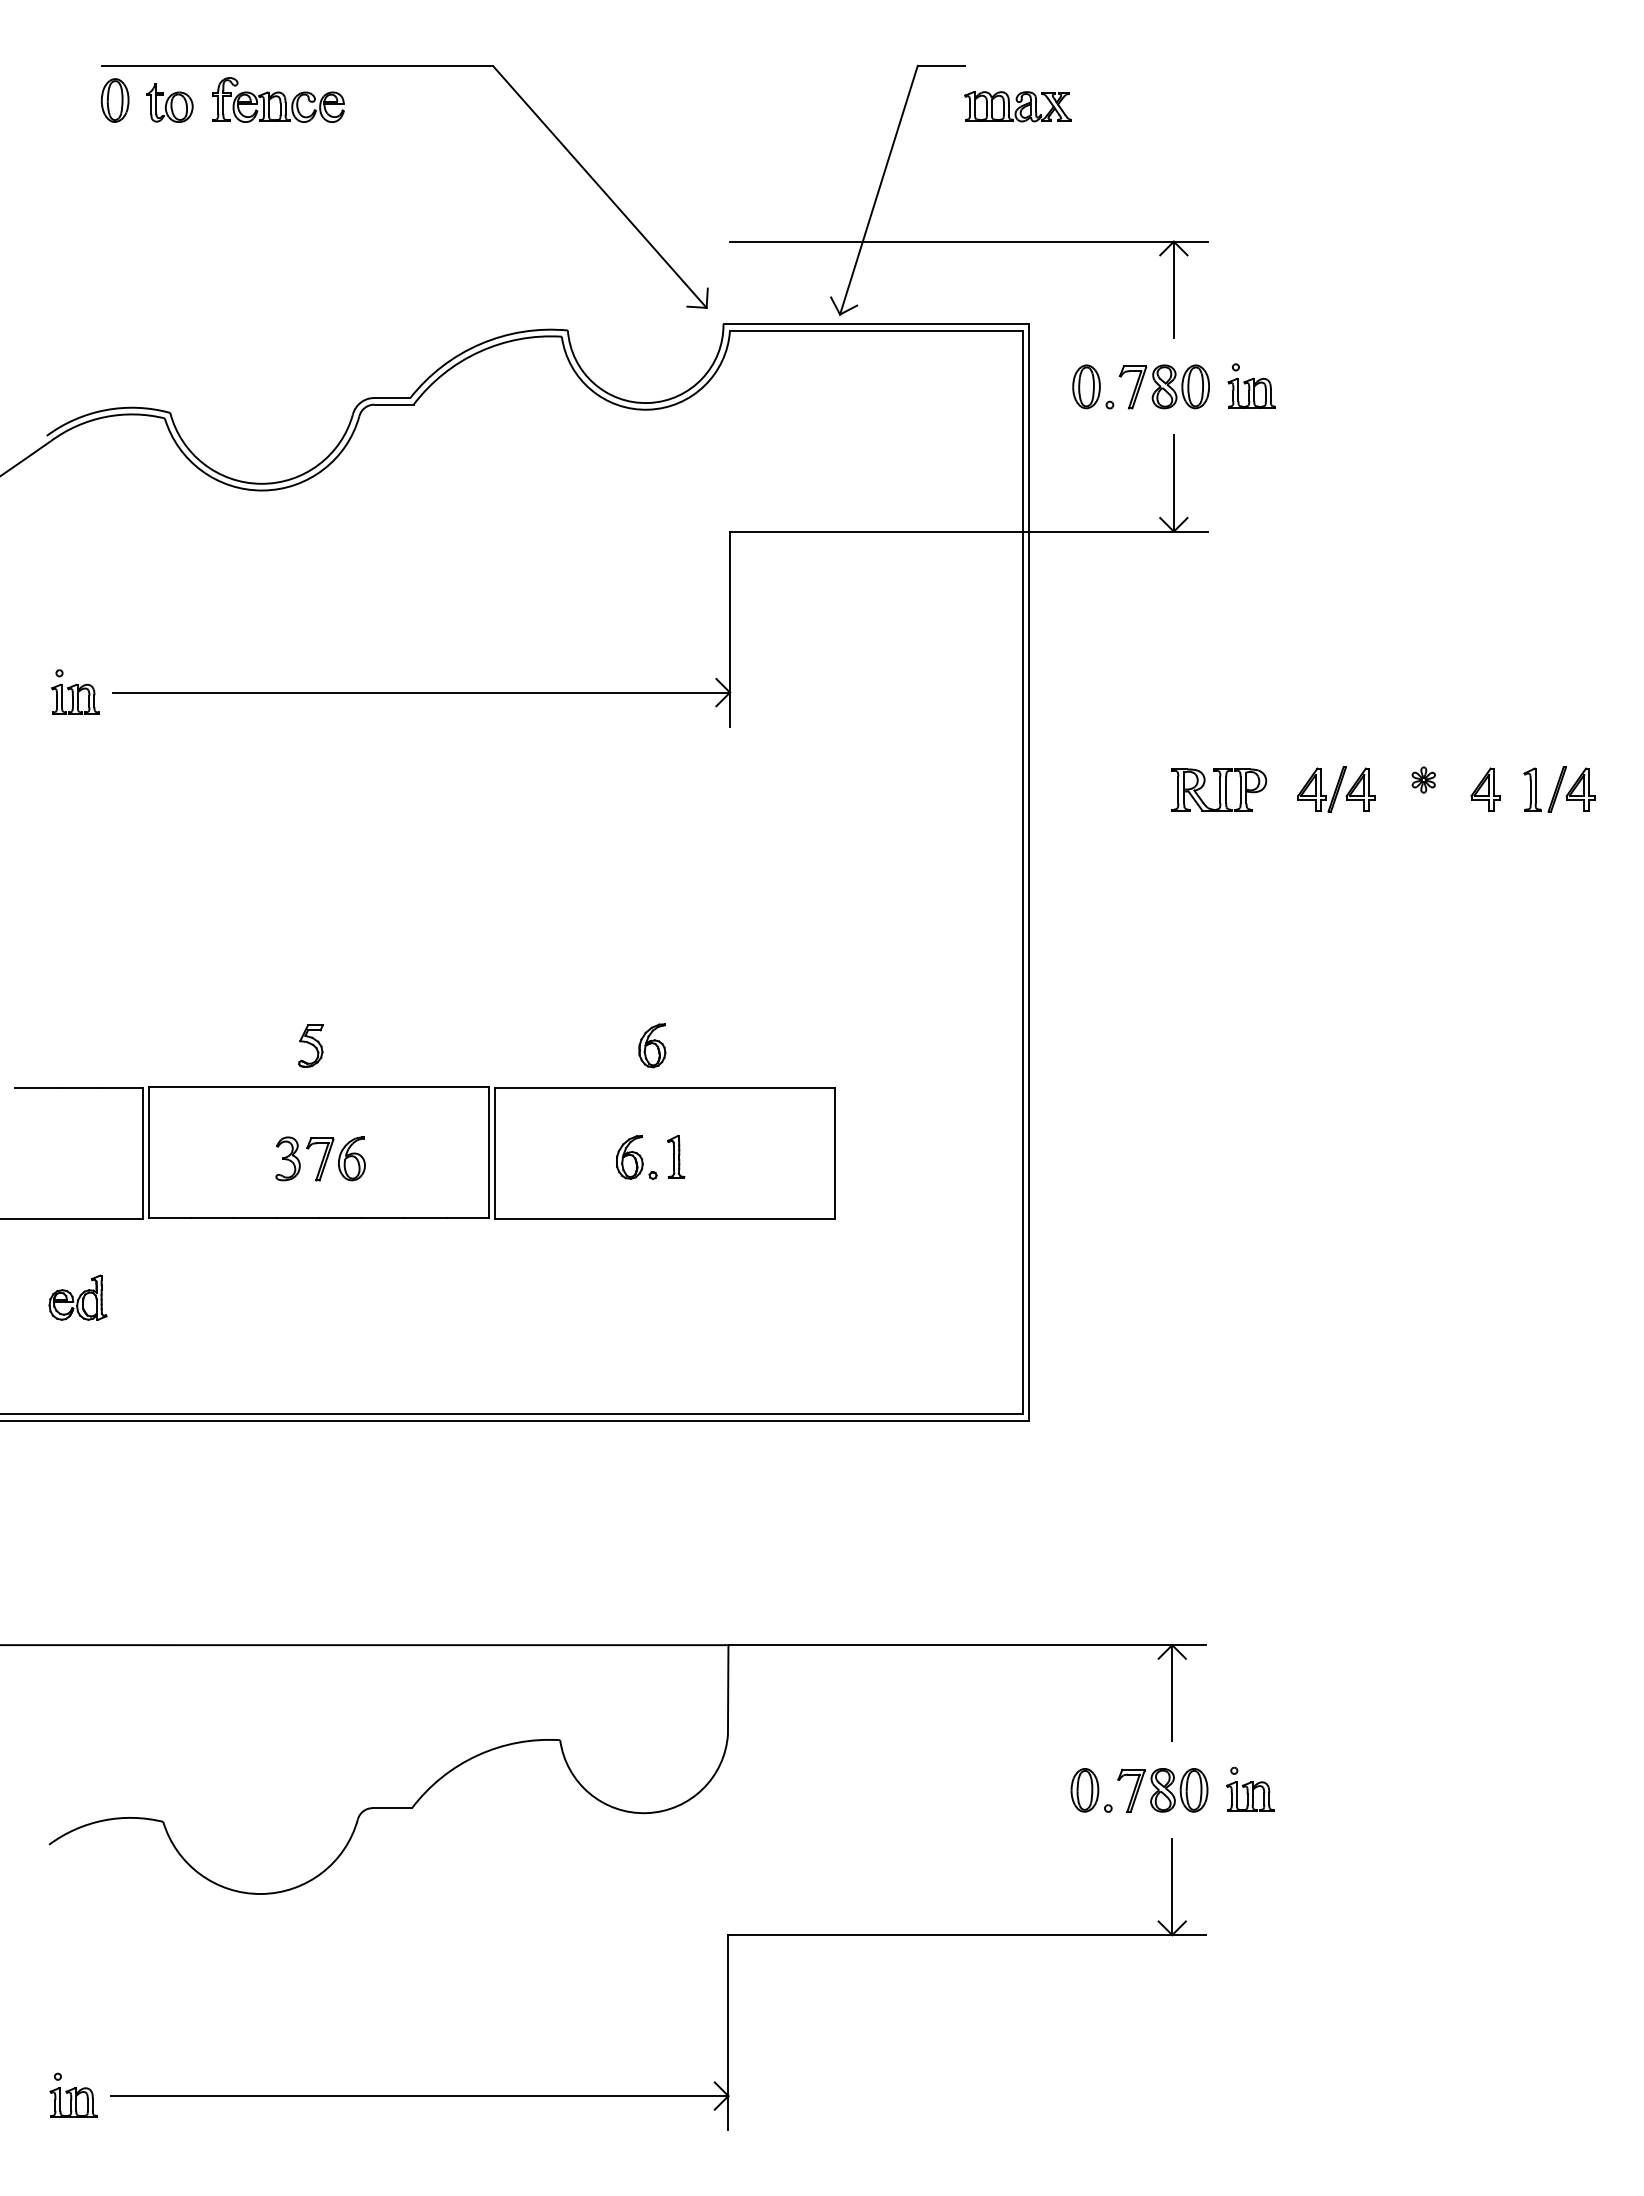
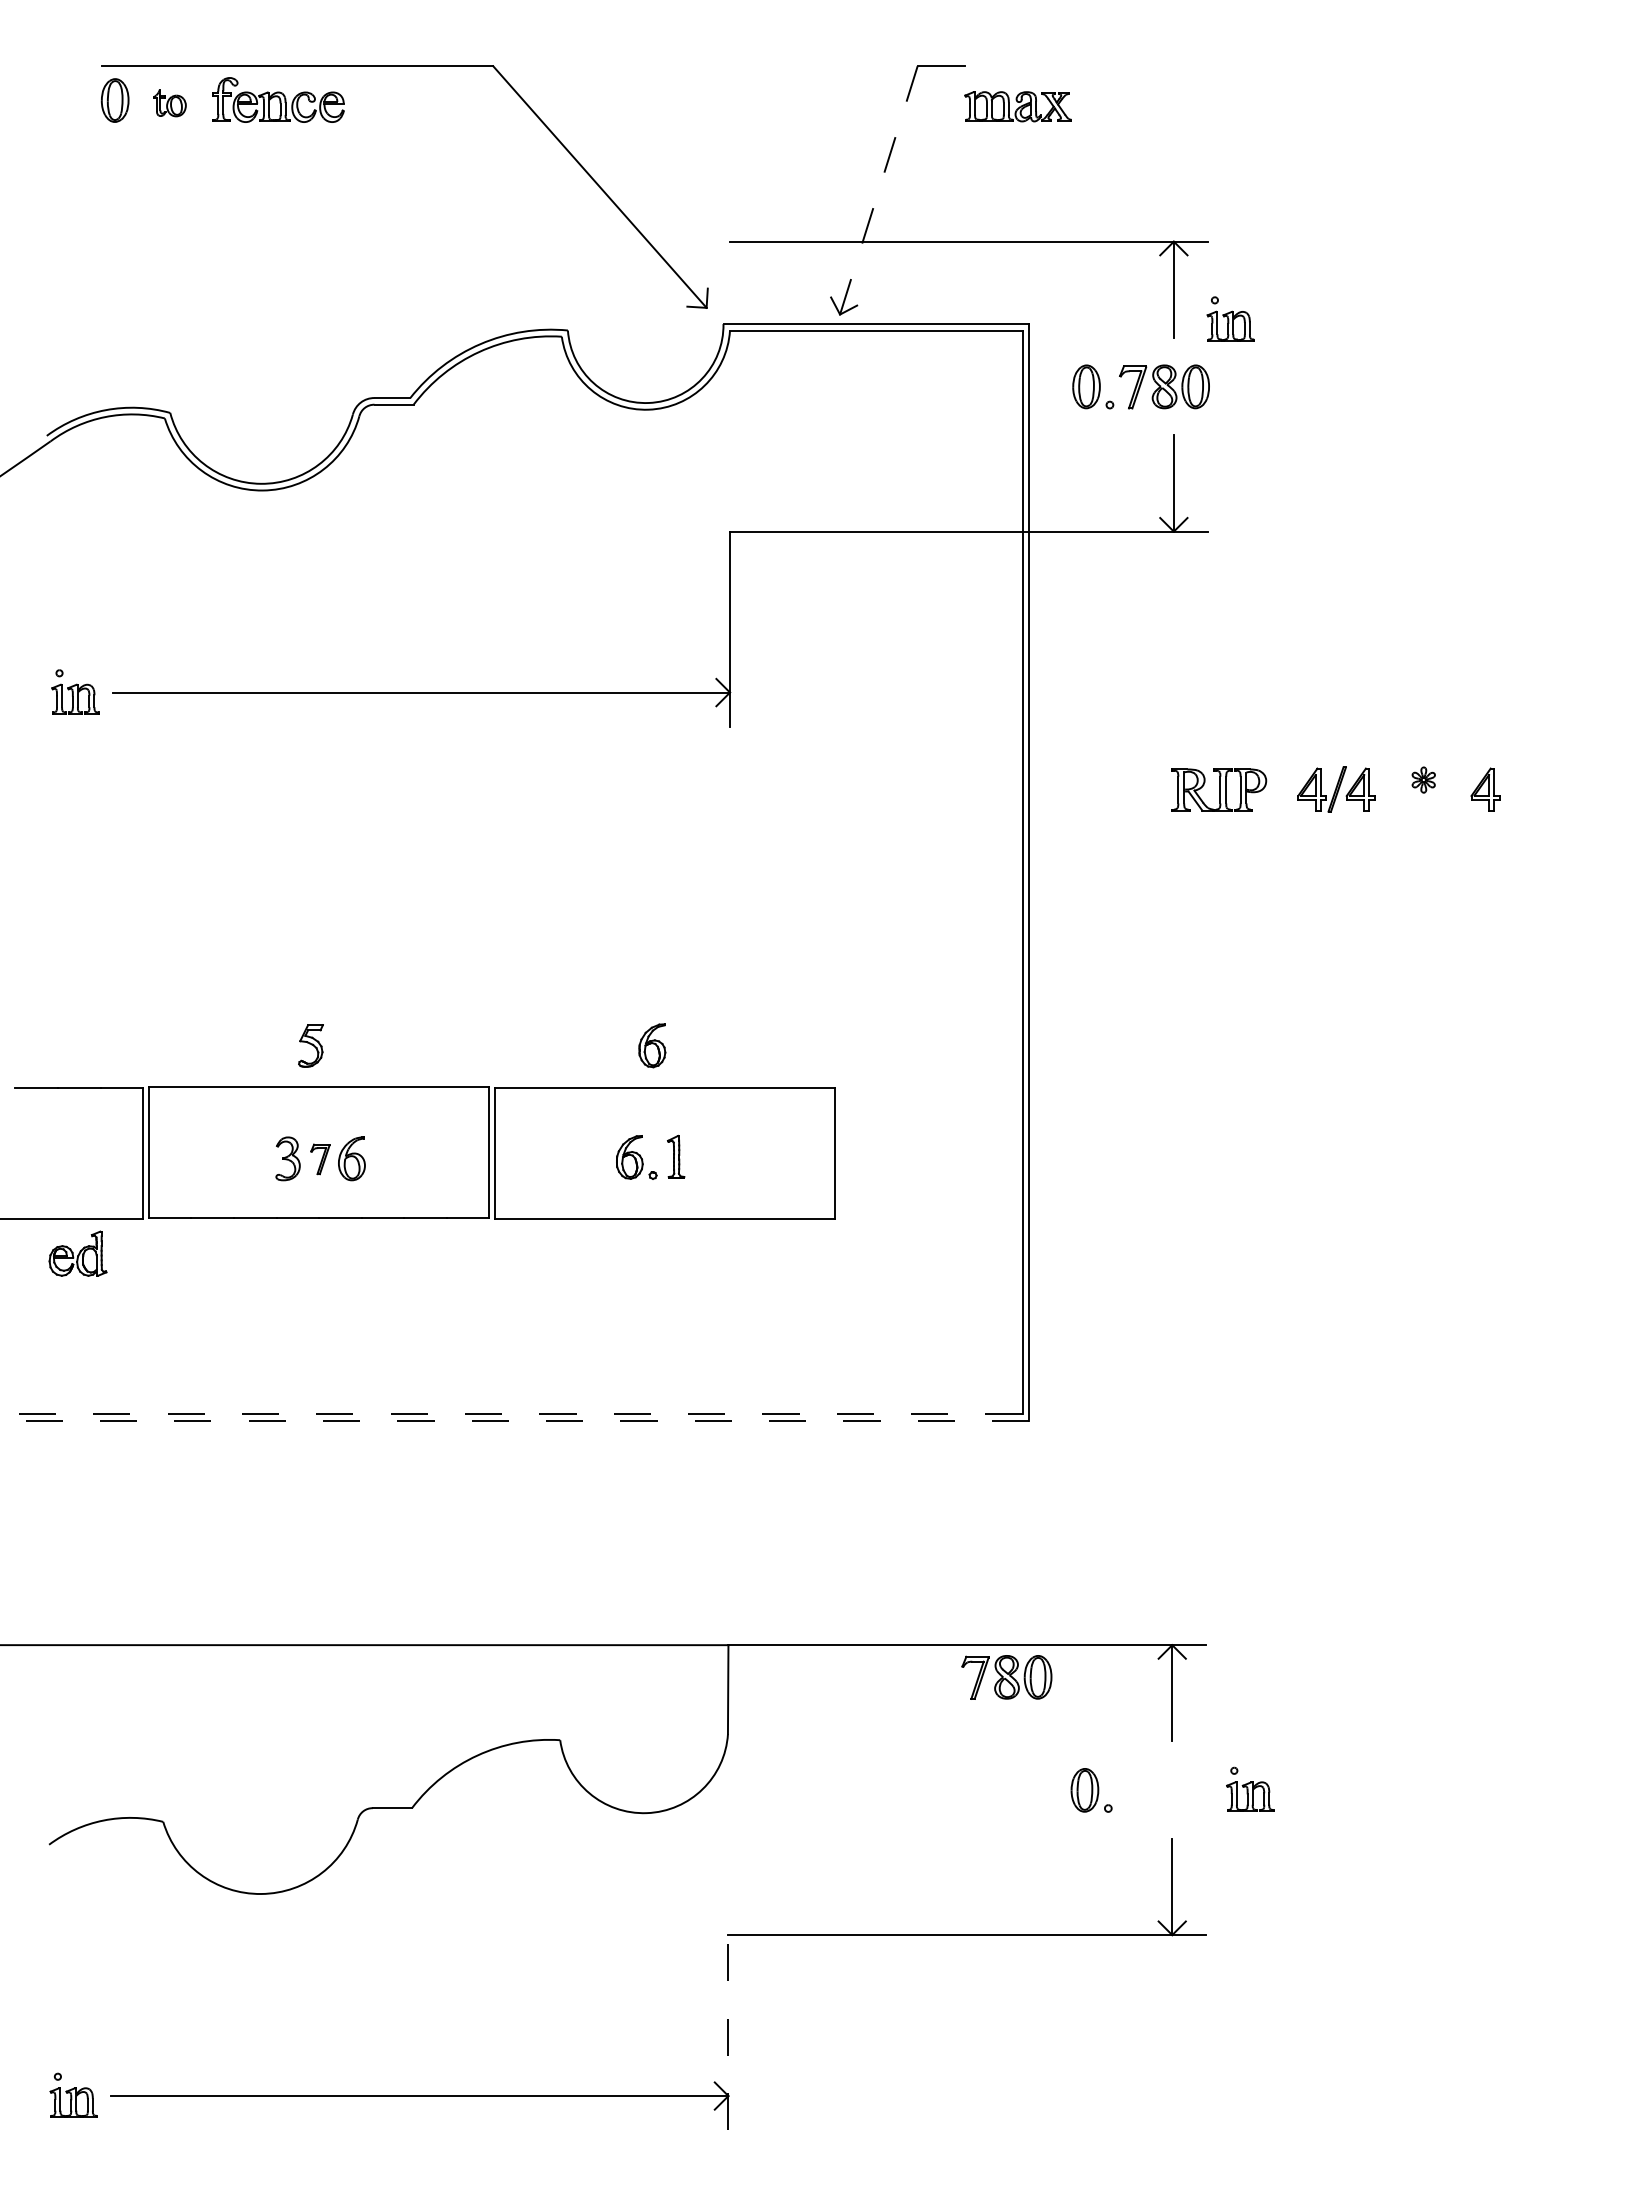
part at (169, 102) size: 48x40 px -> 34x29 px
line at (879, 189): solid -> dashed
part at (1251, 385) position: (1251, 385) -> (1230, 318)
part at (1559, 789): present -> none
part at (320, 1159) size: 29x45 px -> 21x33 px
part at (77, 1297) position: (77, 1297) -> (77, 1253)
line at (511, 1414): solid -> dashed
line at (514, 1421): solid -> dashed
part at (1162, 1790) position: (1162, 1790) -> (1006, 1677)
line at (728, 2032): solid -> dashed
